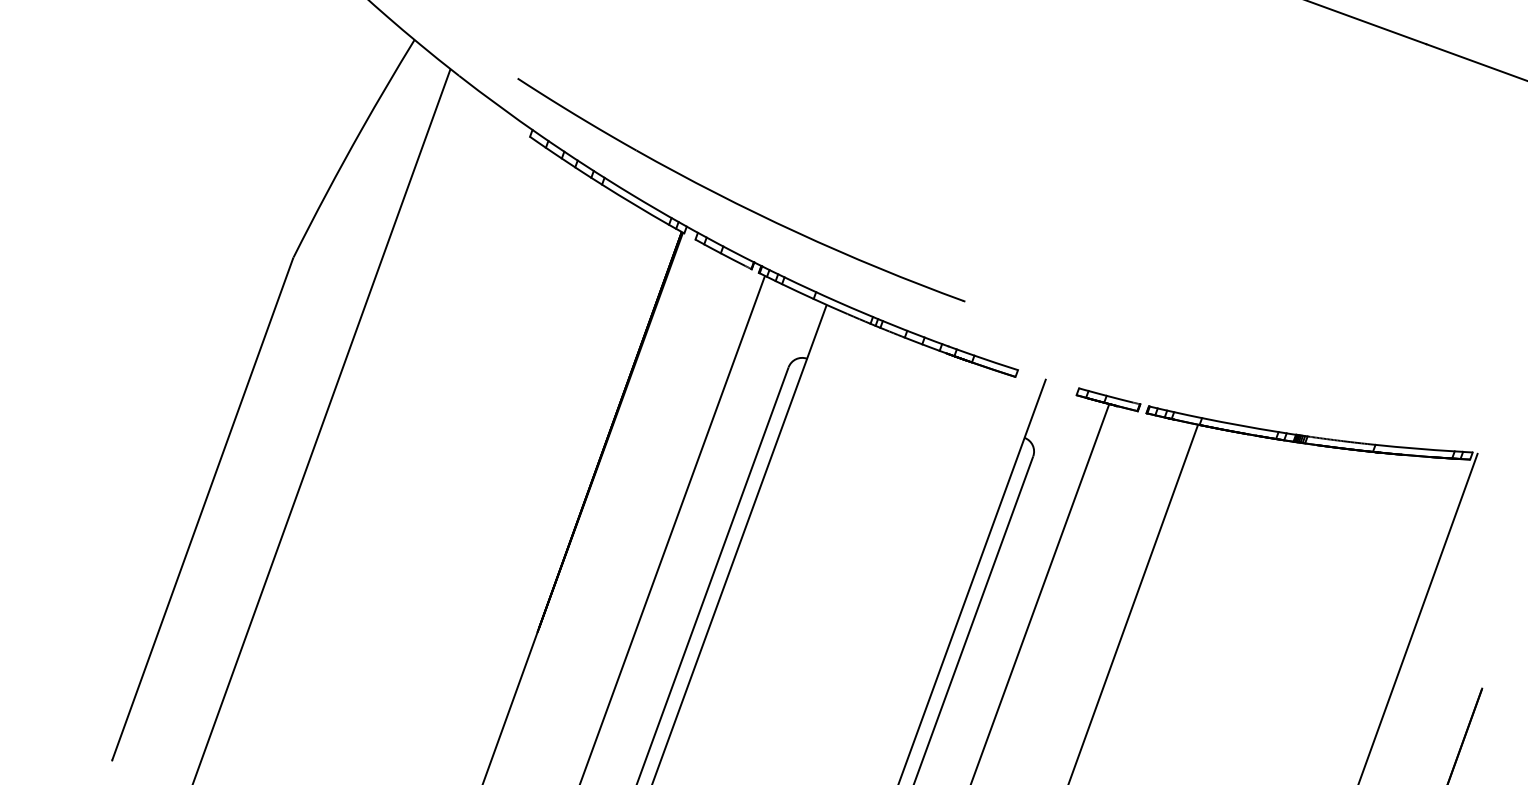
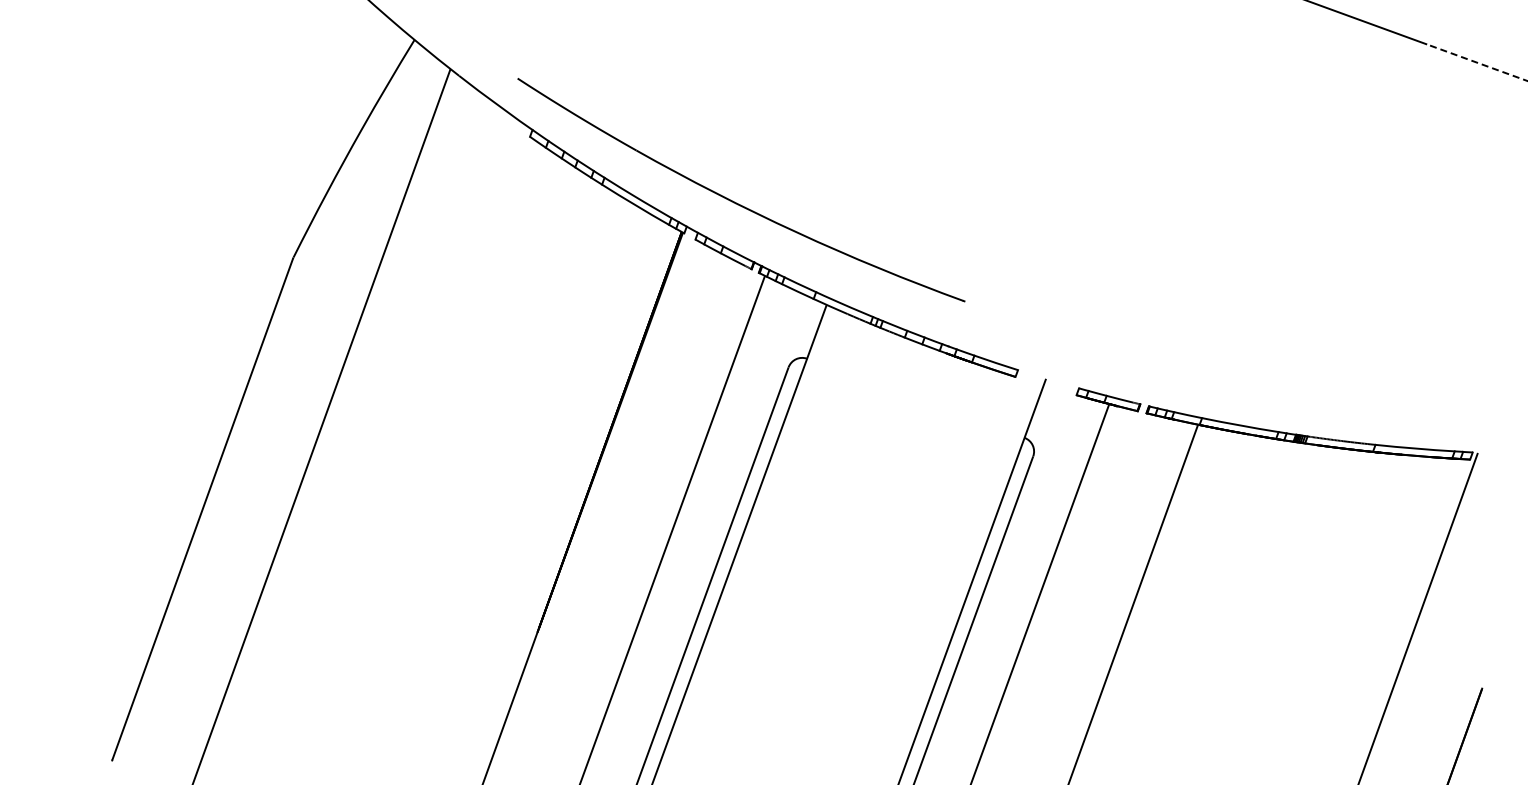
line at (1476, 62): solid -> dashed
